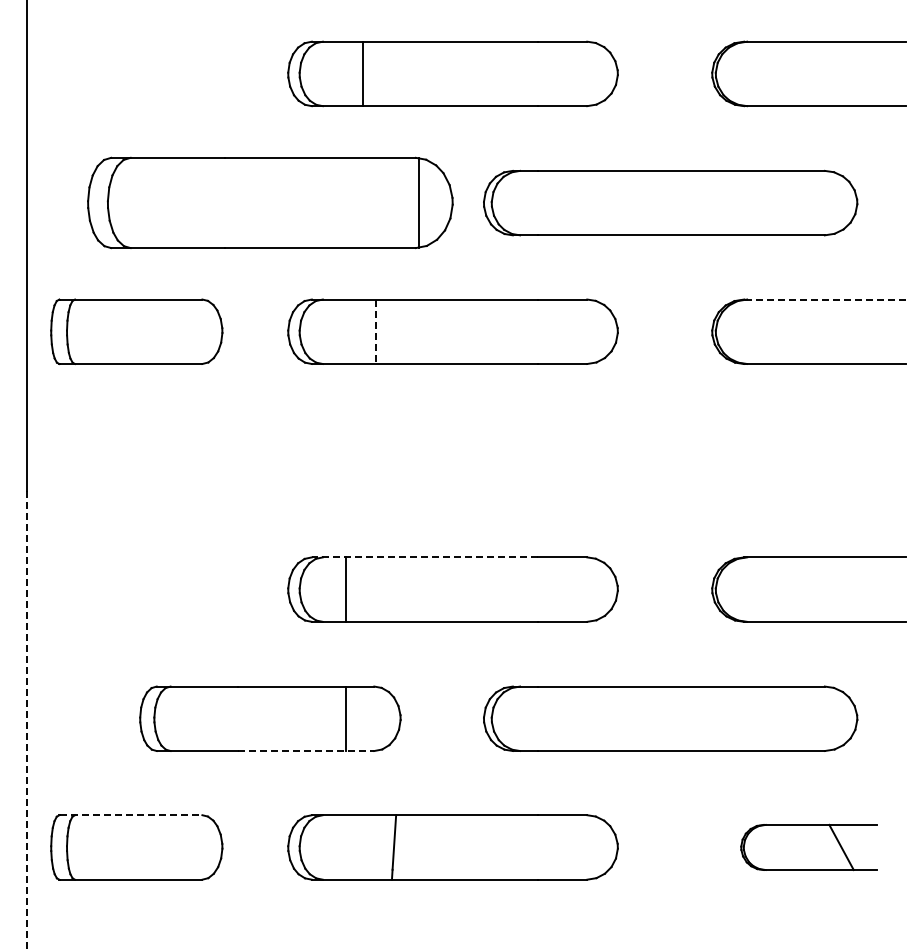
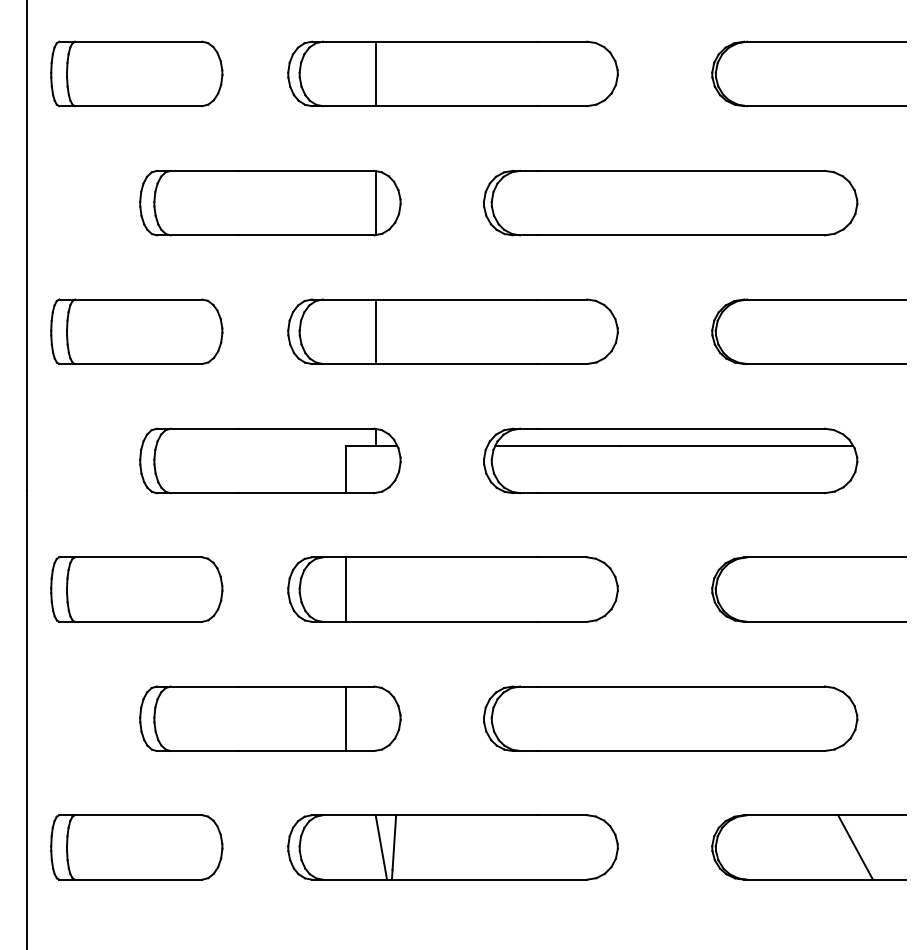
part at (136, 73): none -> present
line at (363, 73) position: (363, 73) -> (376, 73)
part at (270, 202) size: 367x94 px -> 263x67 px
line at (824, 299): dashed -> solid
line at (376, 332): dashed -> solid
part at (270, 460): none -> present
part at (670, 460): none -> present
line at (424, 557): dashed -> solid
part at (136, 589): none -> present
line at (27, 720): dashed -> solid
line at (306, 751): dashed -> solid
line at (131, 815): dashed -> solid
line at (381, 847): none -> present
part at (808, 847) size: 138x49 px -> 196x67 px
